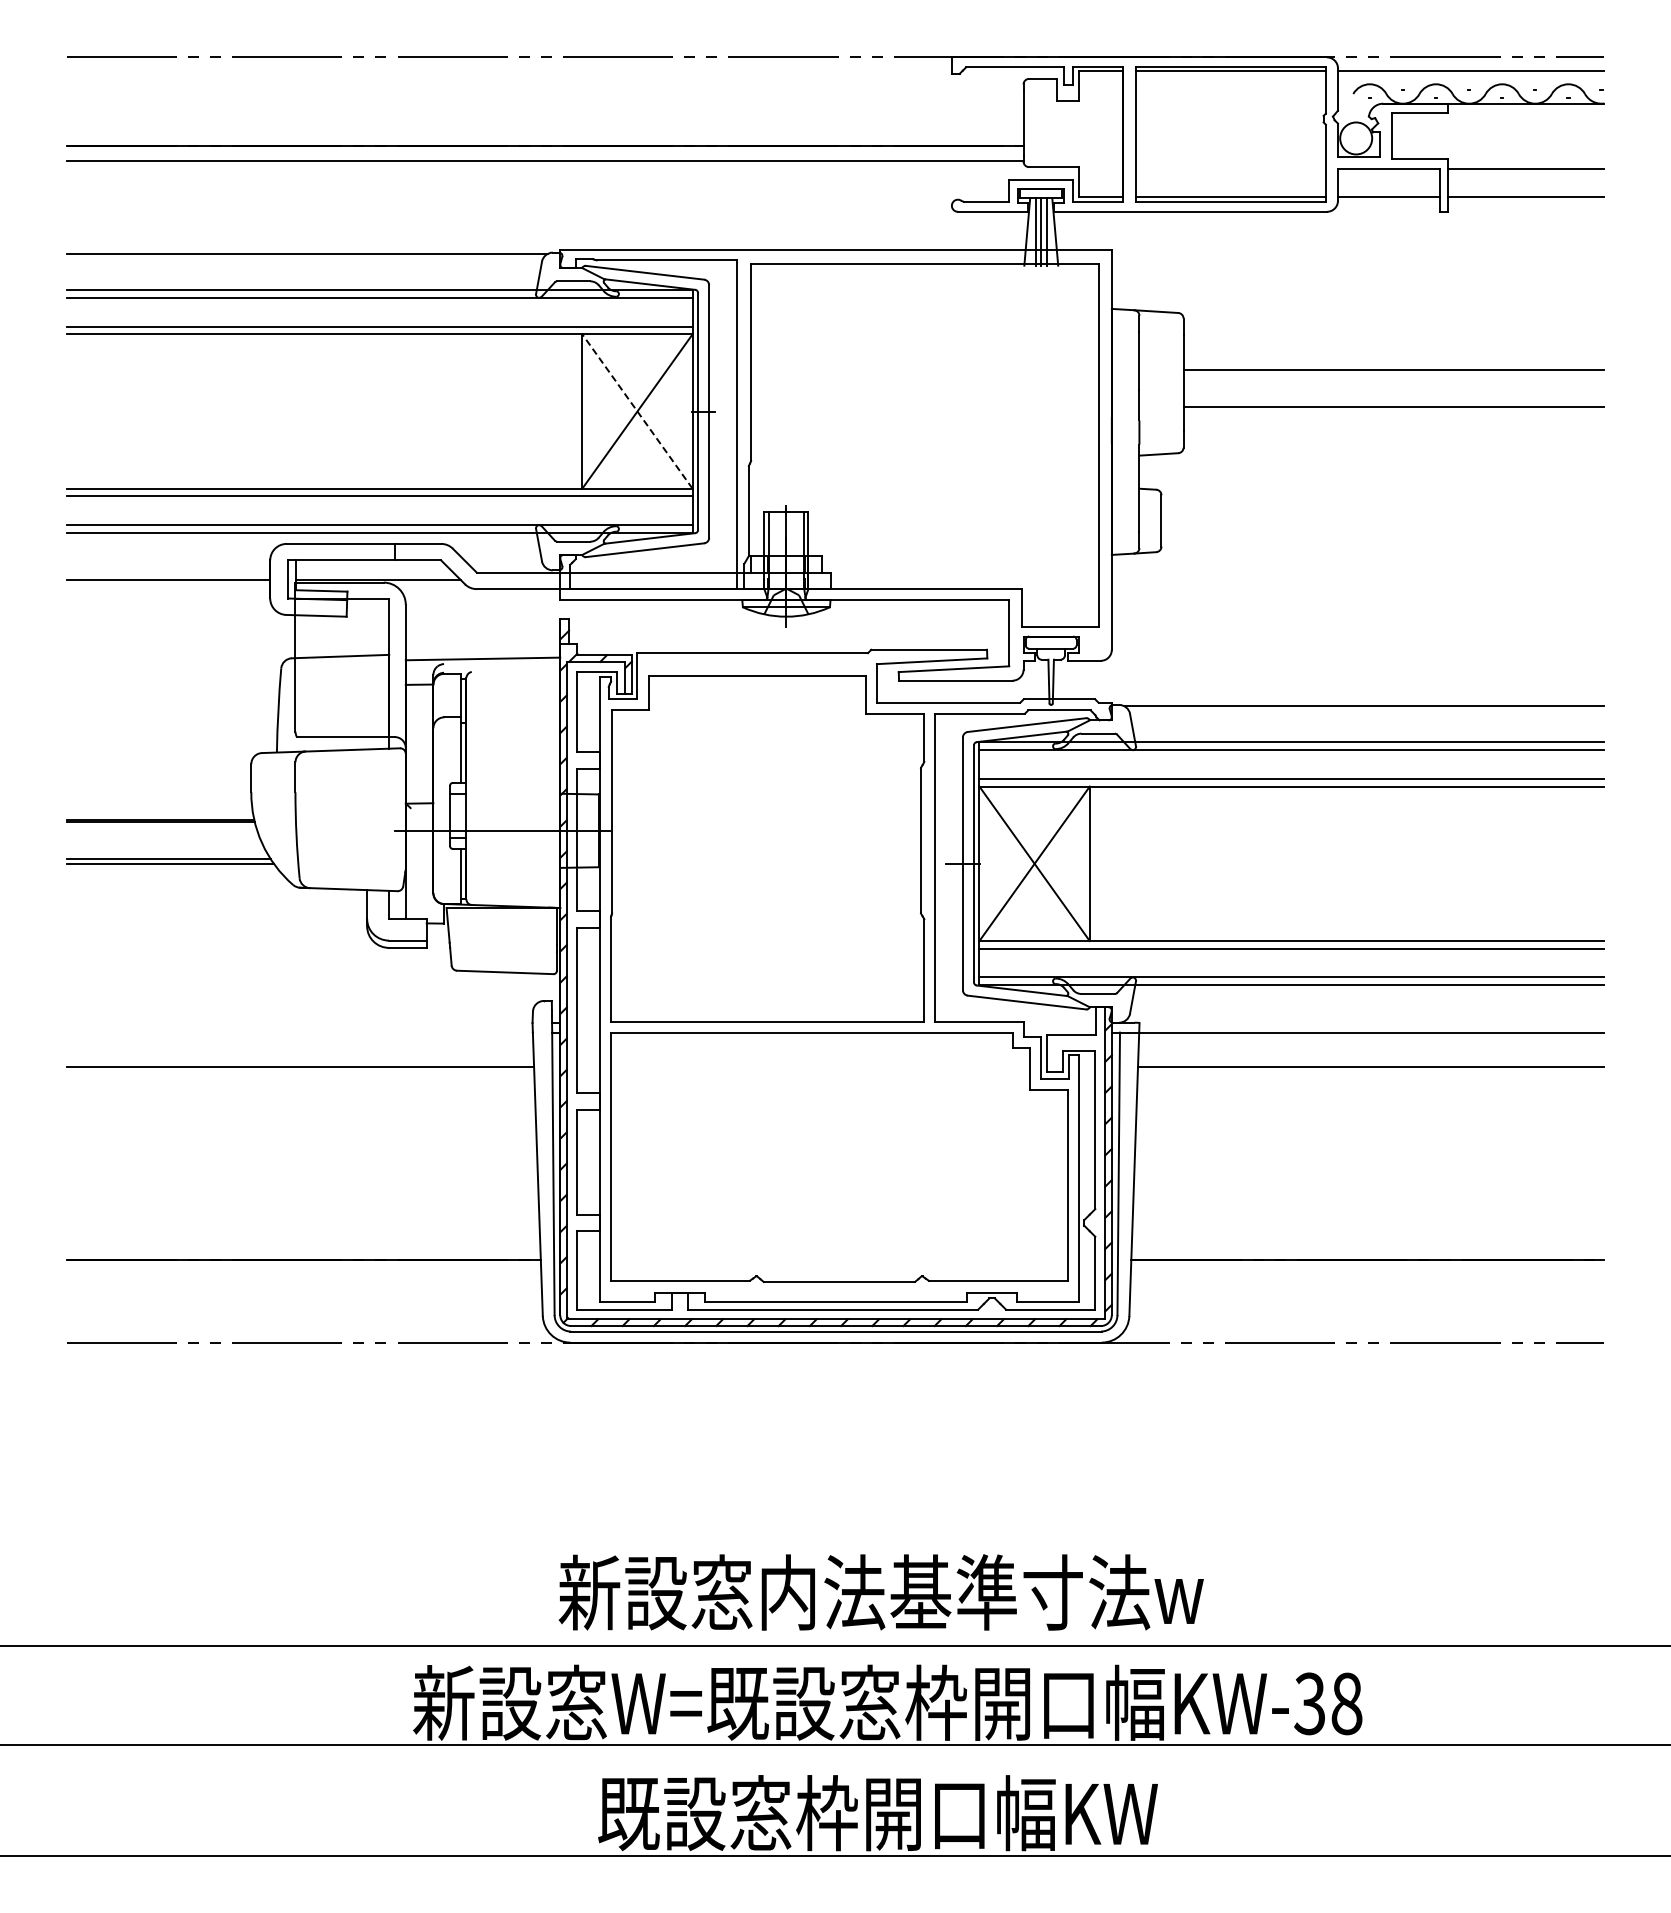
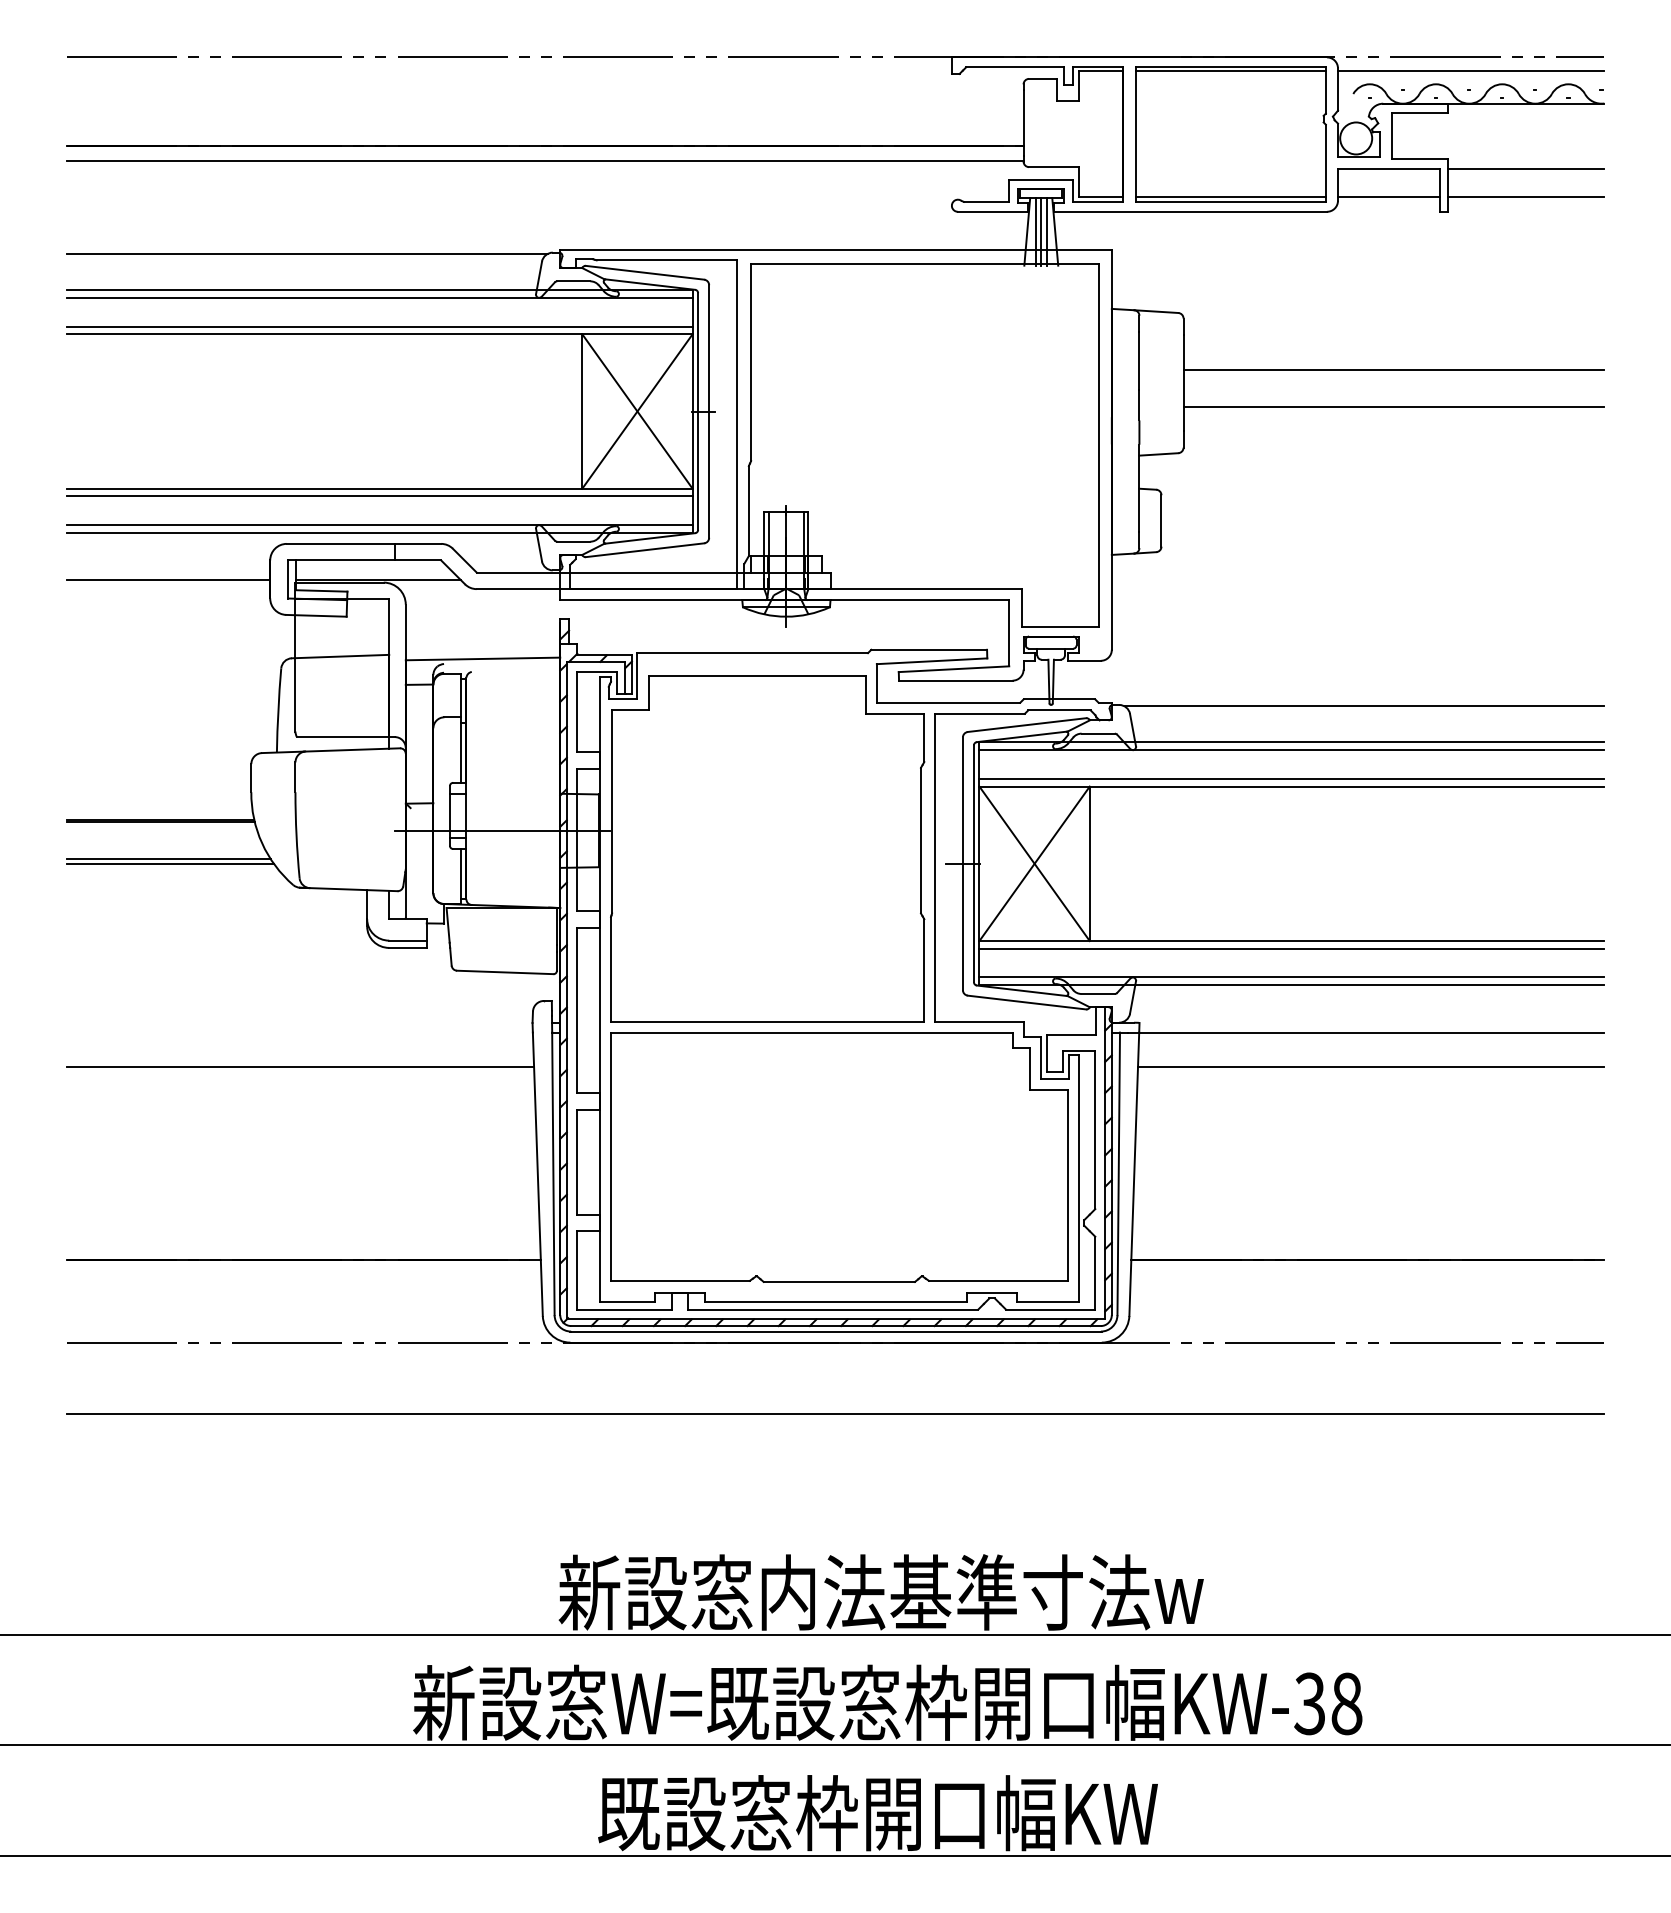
line at (637, 411): dashed -> solid
line at (835, 1414): none -> present
line at (834, 1645) position: (834, 1645) -> (834, 1634)
